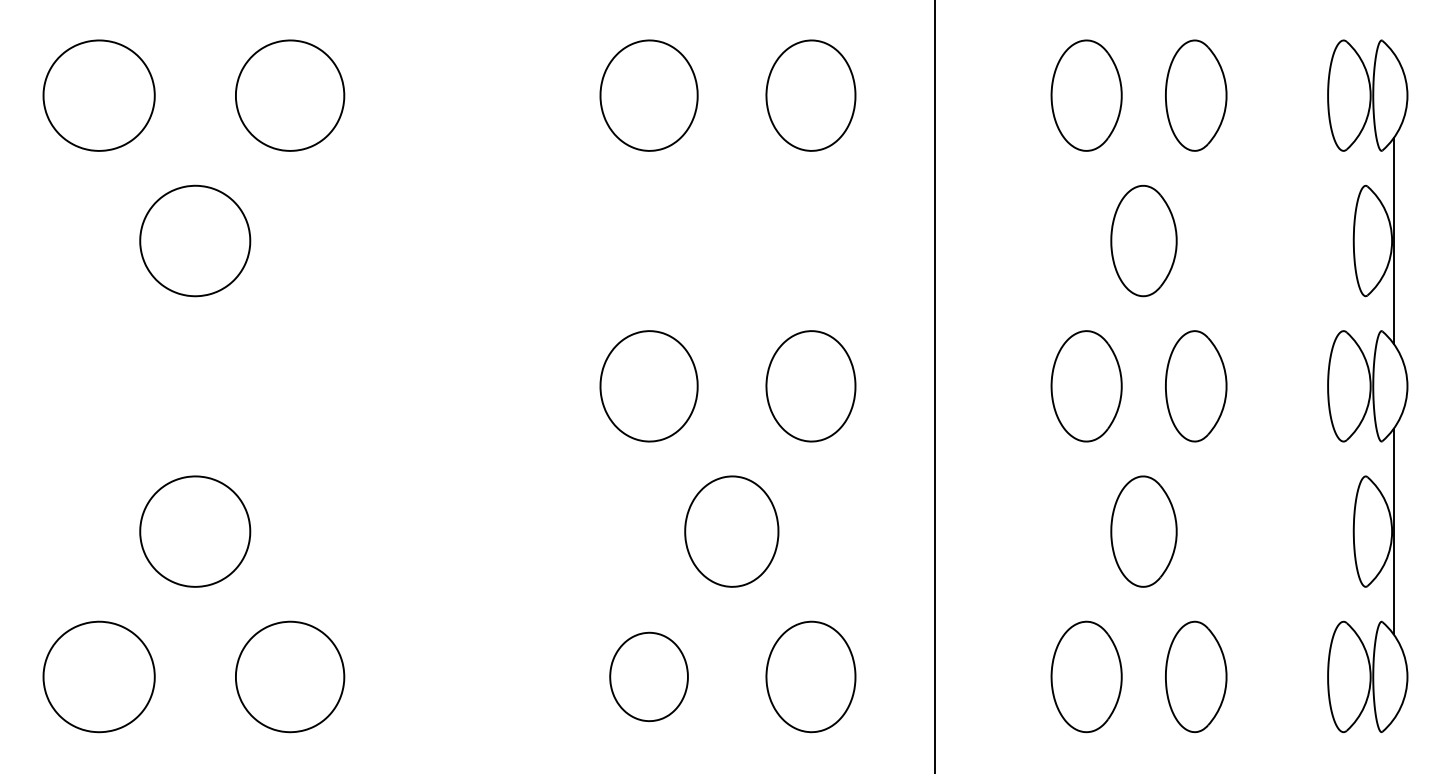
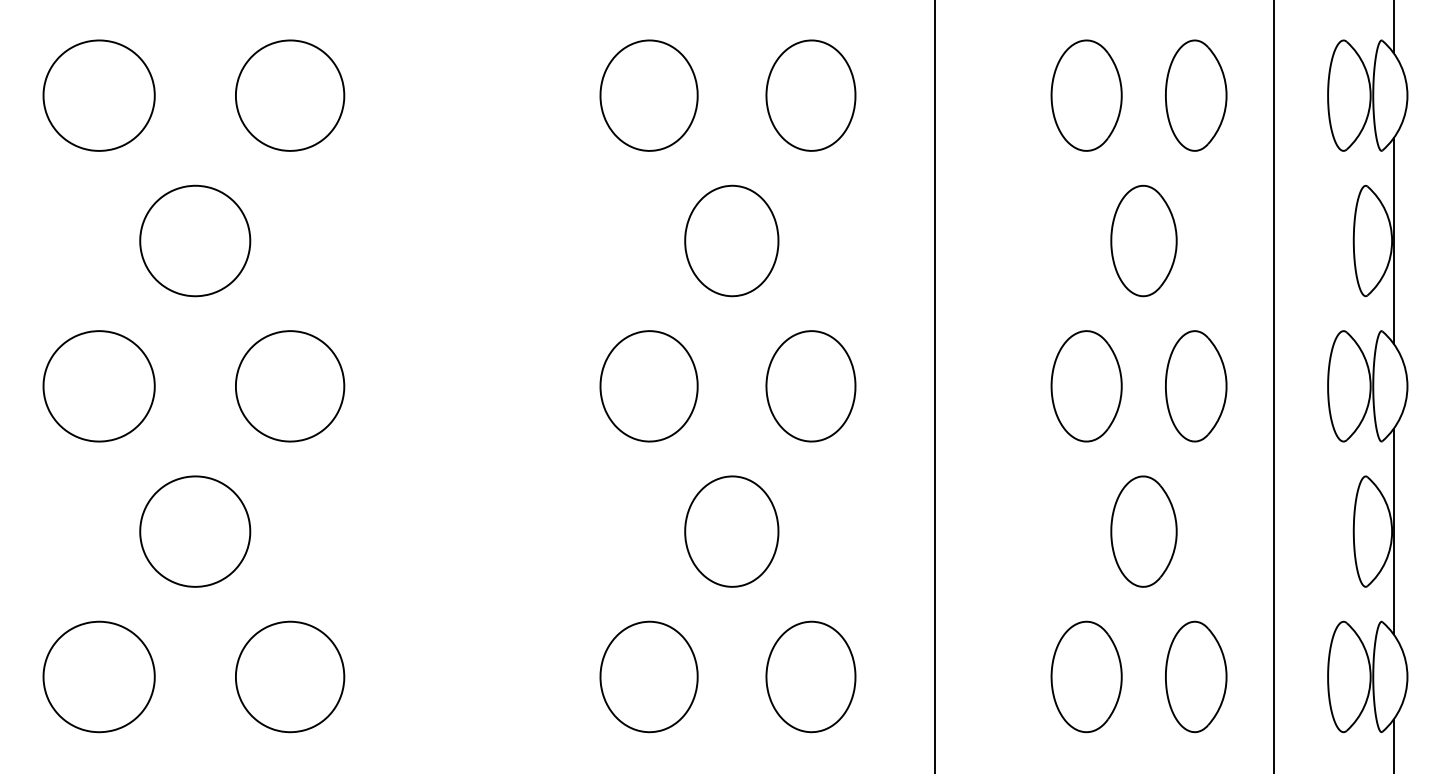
line at (1393, 27): none -> present
part at (731, 240): none -> present
part at (98, 386): none -> present
part at (290, 386): none -> present
line at (1273, 386): none -> present
part at (648, 676) size: 80x91 px -> 100x114 px
line at (1393, 744): none -> present
